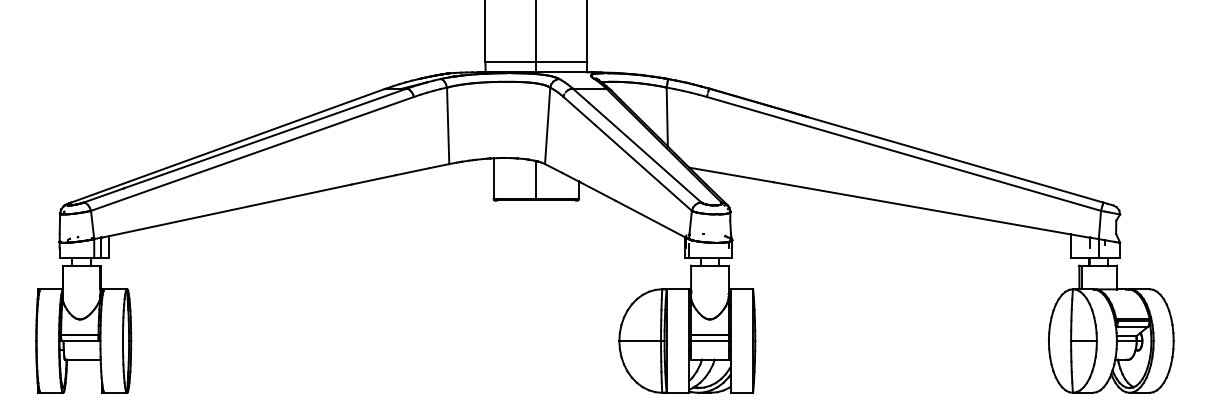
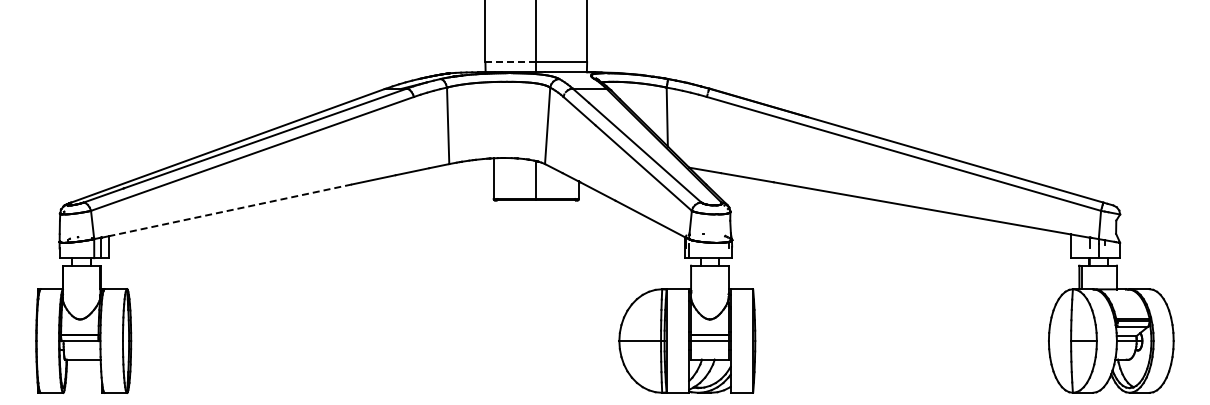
line at (511, 62): solid -> dashed
line at (230, 210): solid -> dashed
